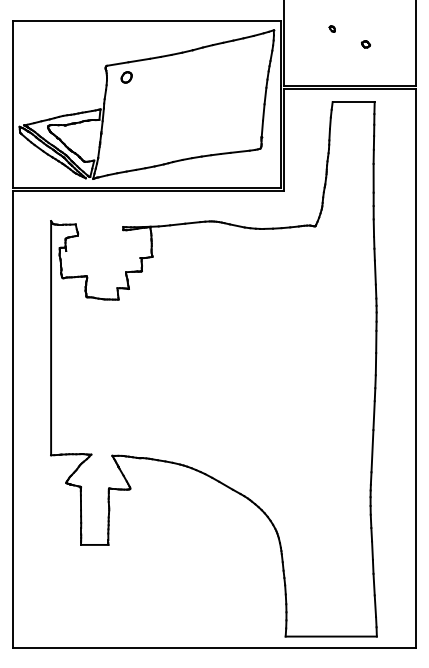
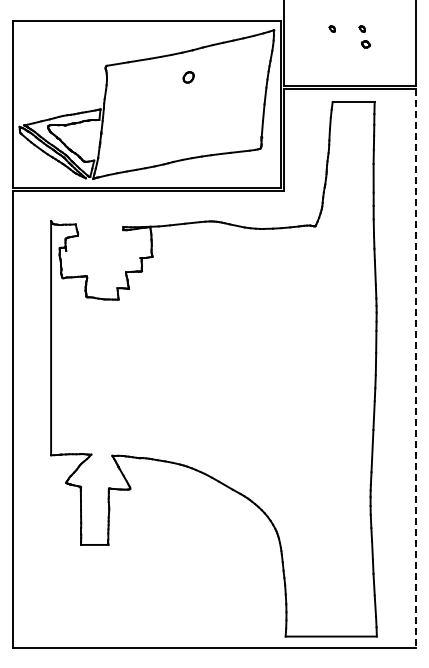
part at (361, 28): none -> present
part at (126, 77) position: (126, 77) -> (188, 77)
line at (416, 369): solid -> dashed
